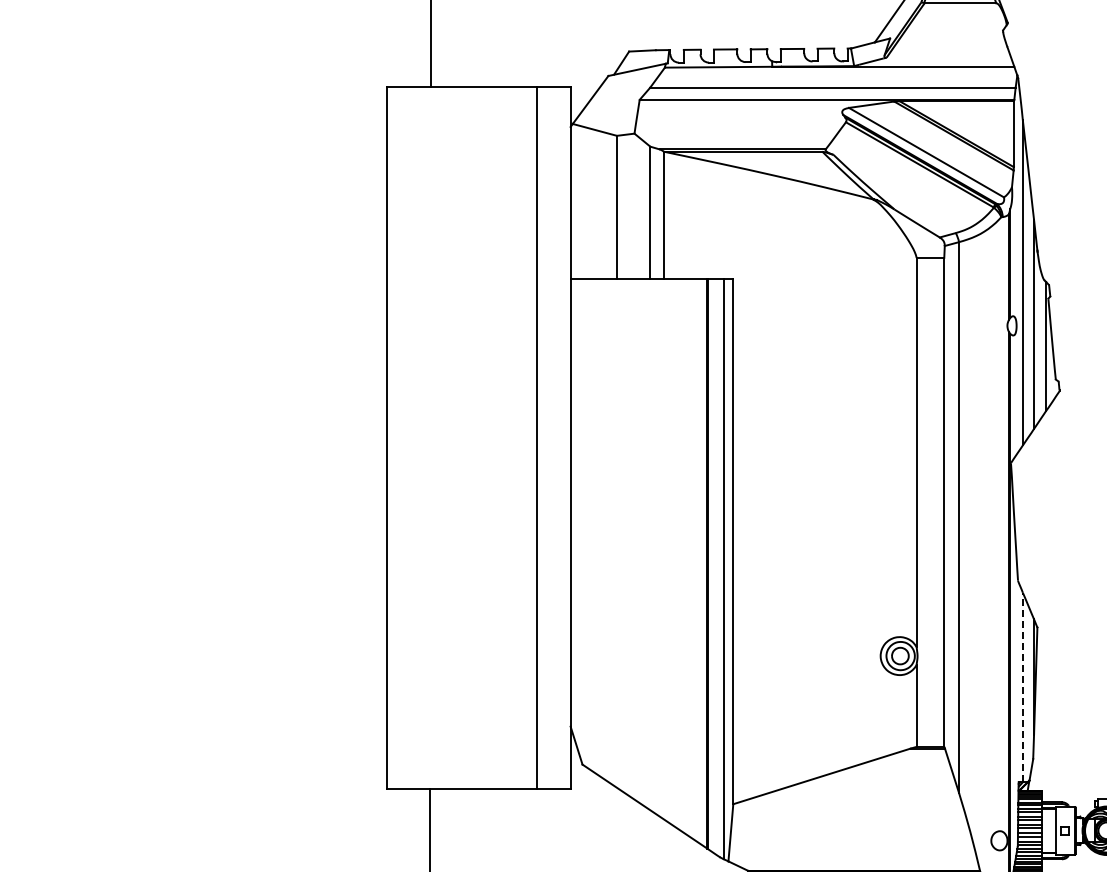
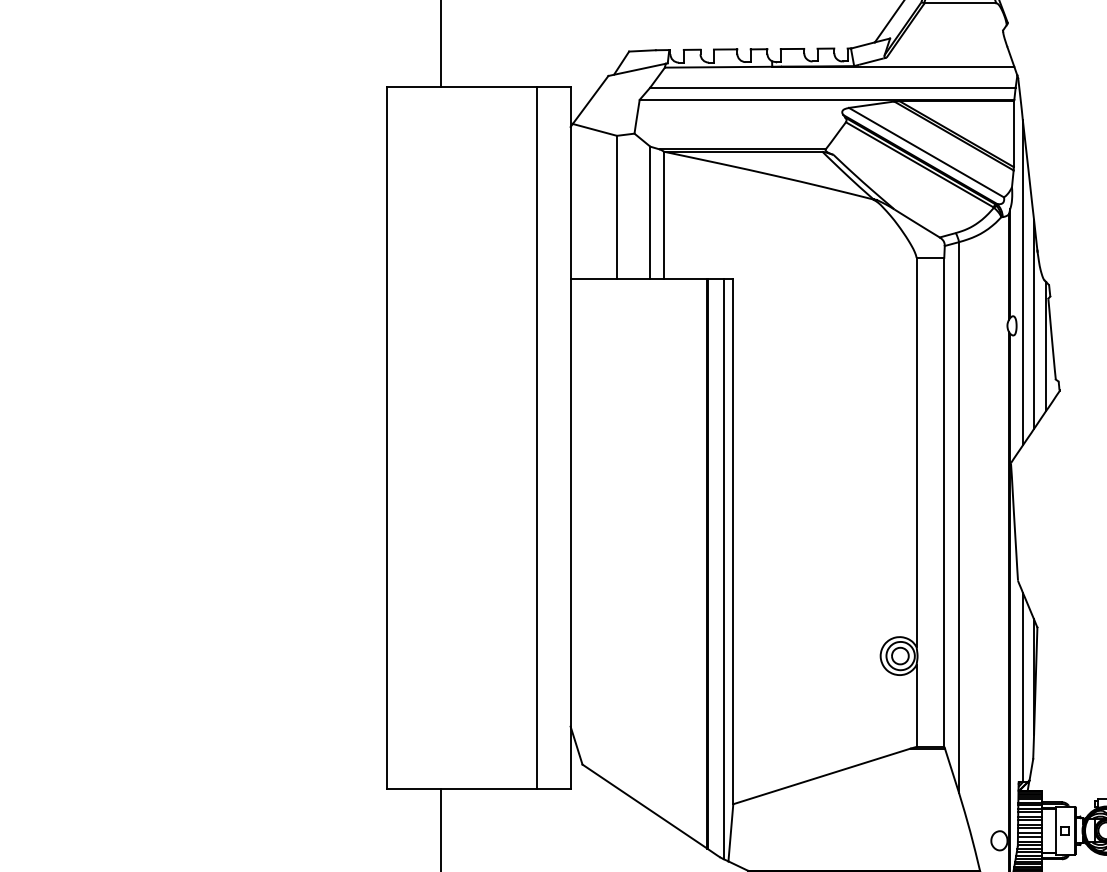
line at (431, 44) position: (431, 44) -> (441, 44)
line at (1022, 687): dashed -> solid
line at (430, 828) position: (430, 828) -> (441, 828)
